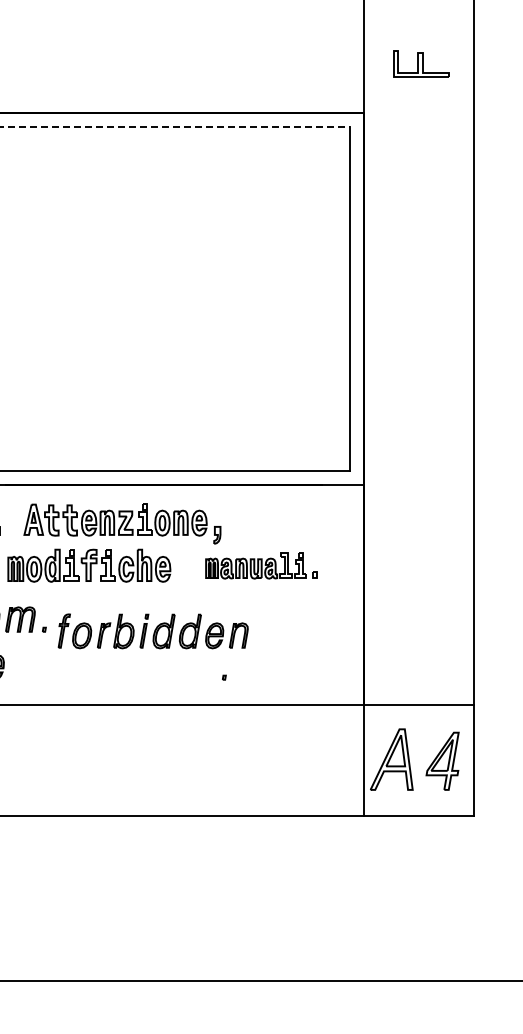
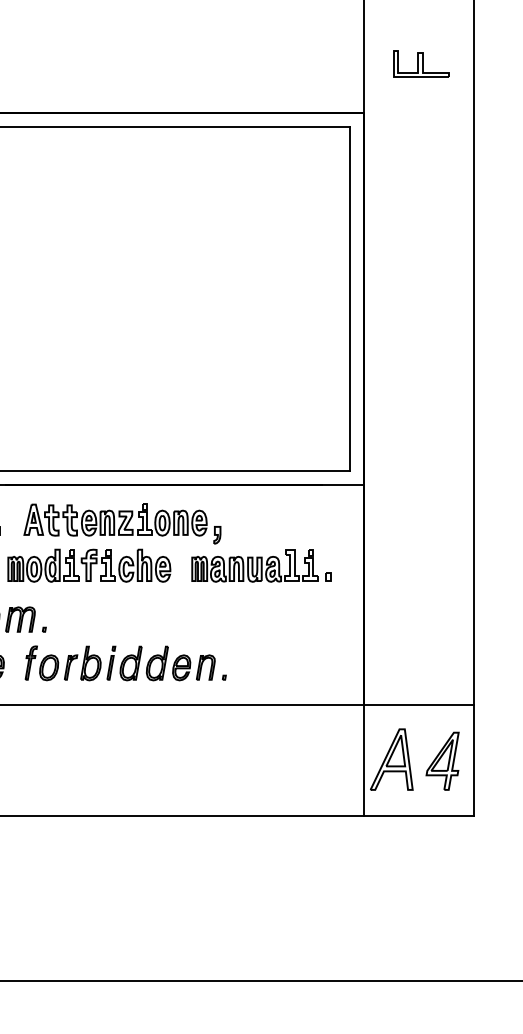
line at (175, 127): dashed -> solid
part at (261, 565) size: 113x28 px -> 141x34 px
part at (152, 631) position: (152, 631) -> (119, 663)
